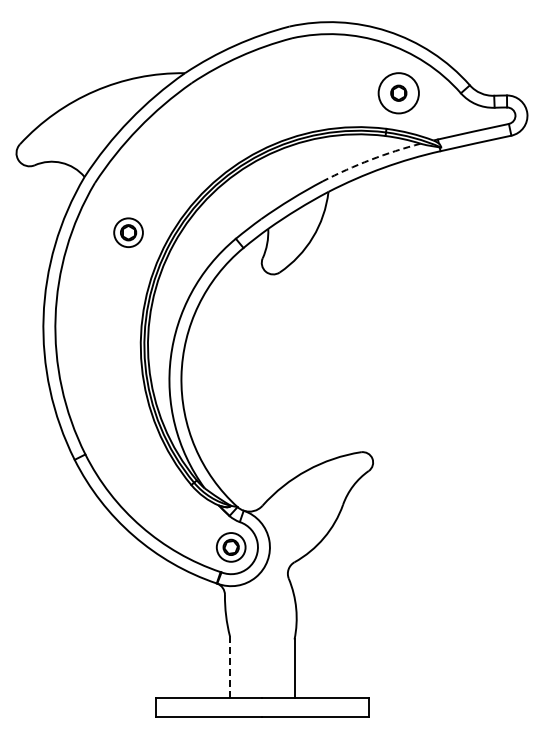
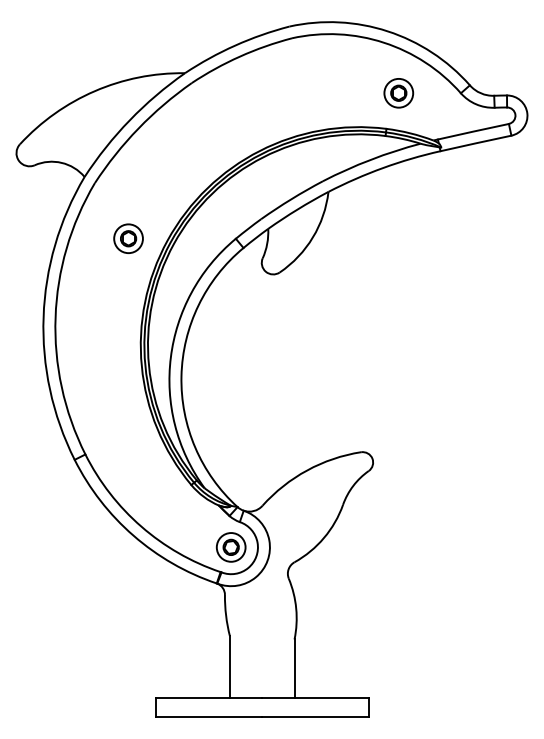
circle at (398, 93) diameter: 40 px -> 29 px
arc at (370, 159): dashed -> solid
part at (128, 232) position: (128, 232) -> (128, 238)
line at (229, 666): dashed -> solid
